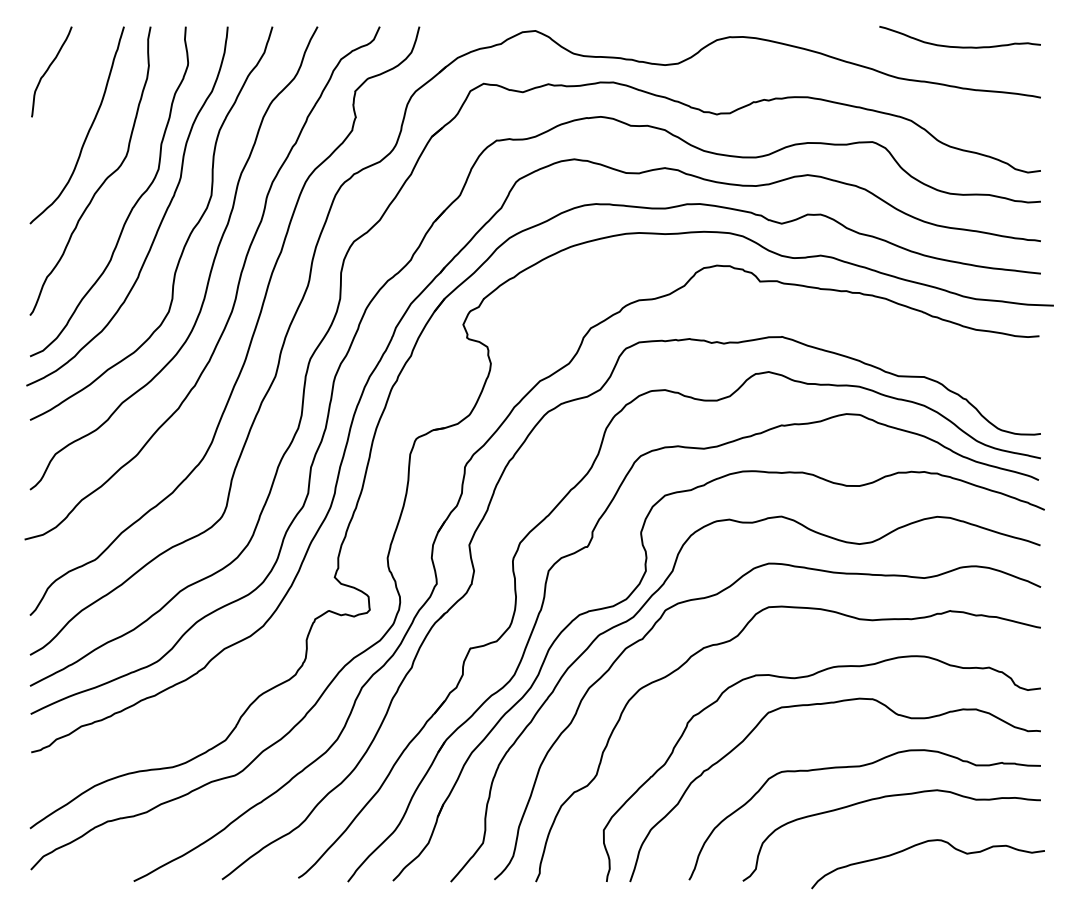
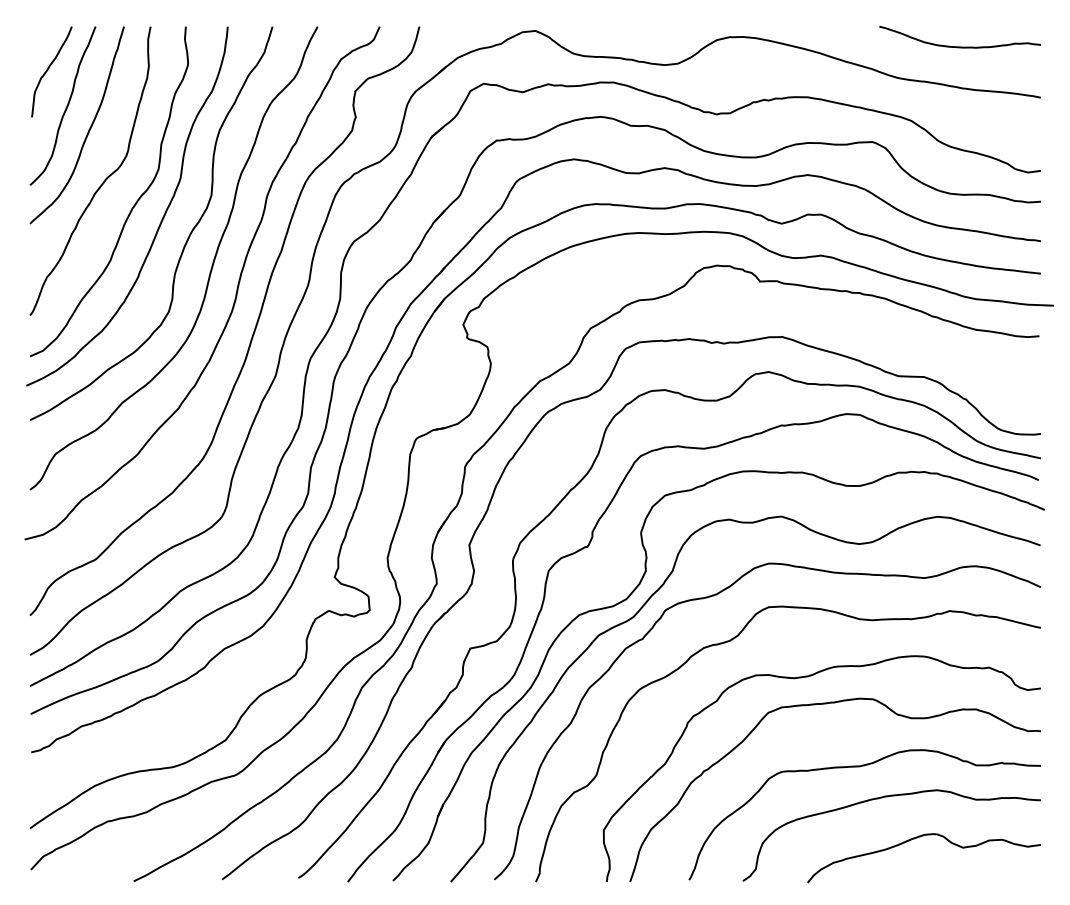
curve at (66, 105): none -> present
curve at (921, 844) position: (921, 844) -> (917, 838)
